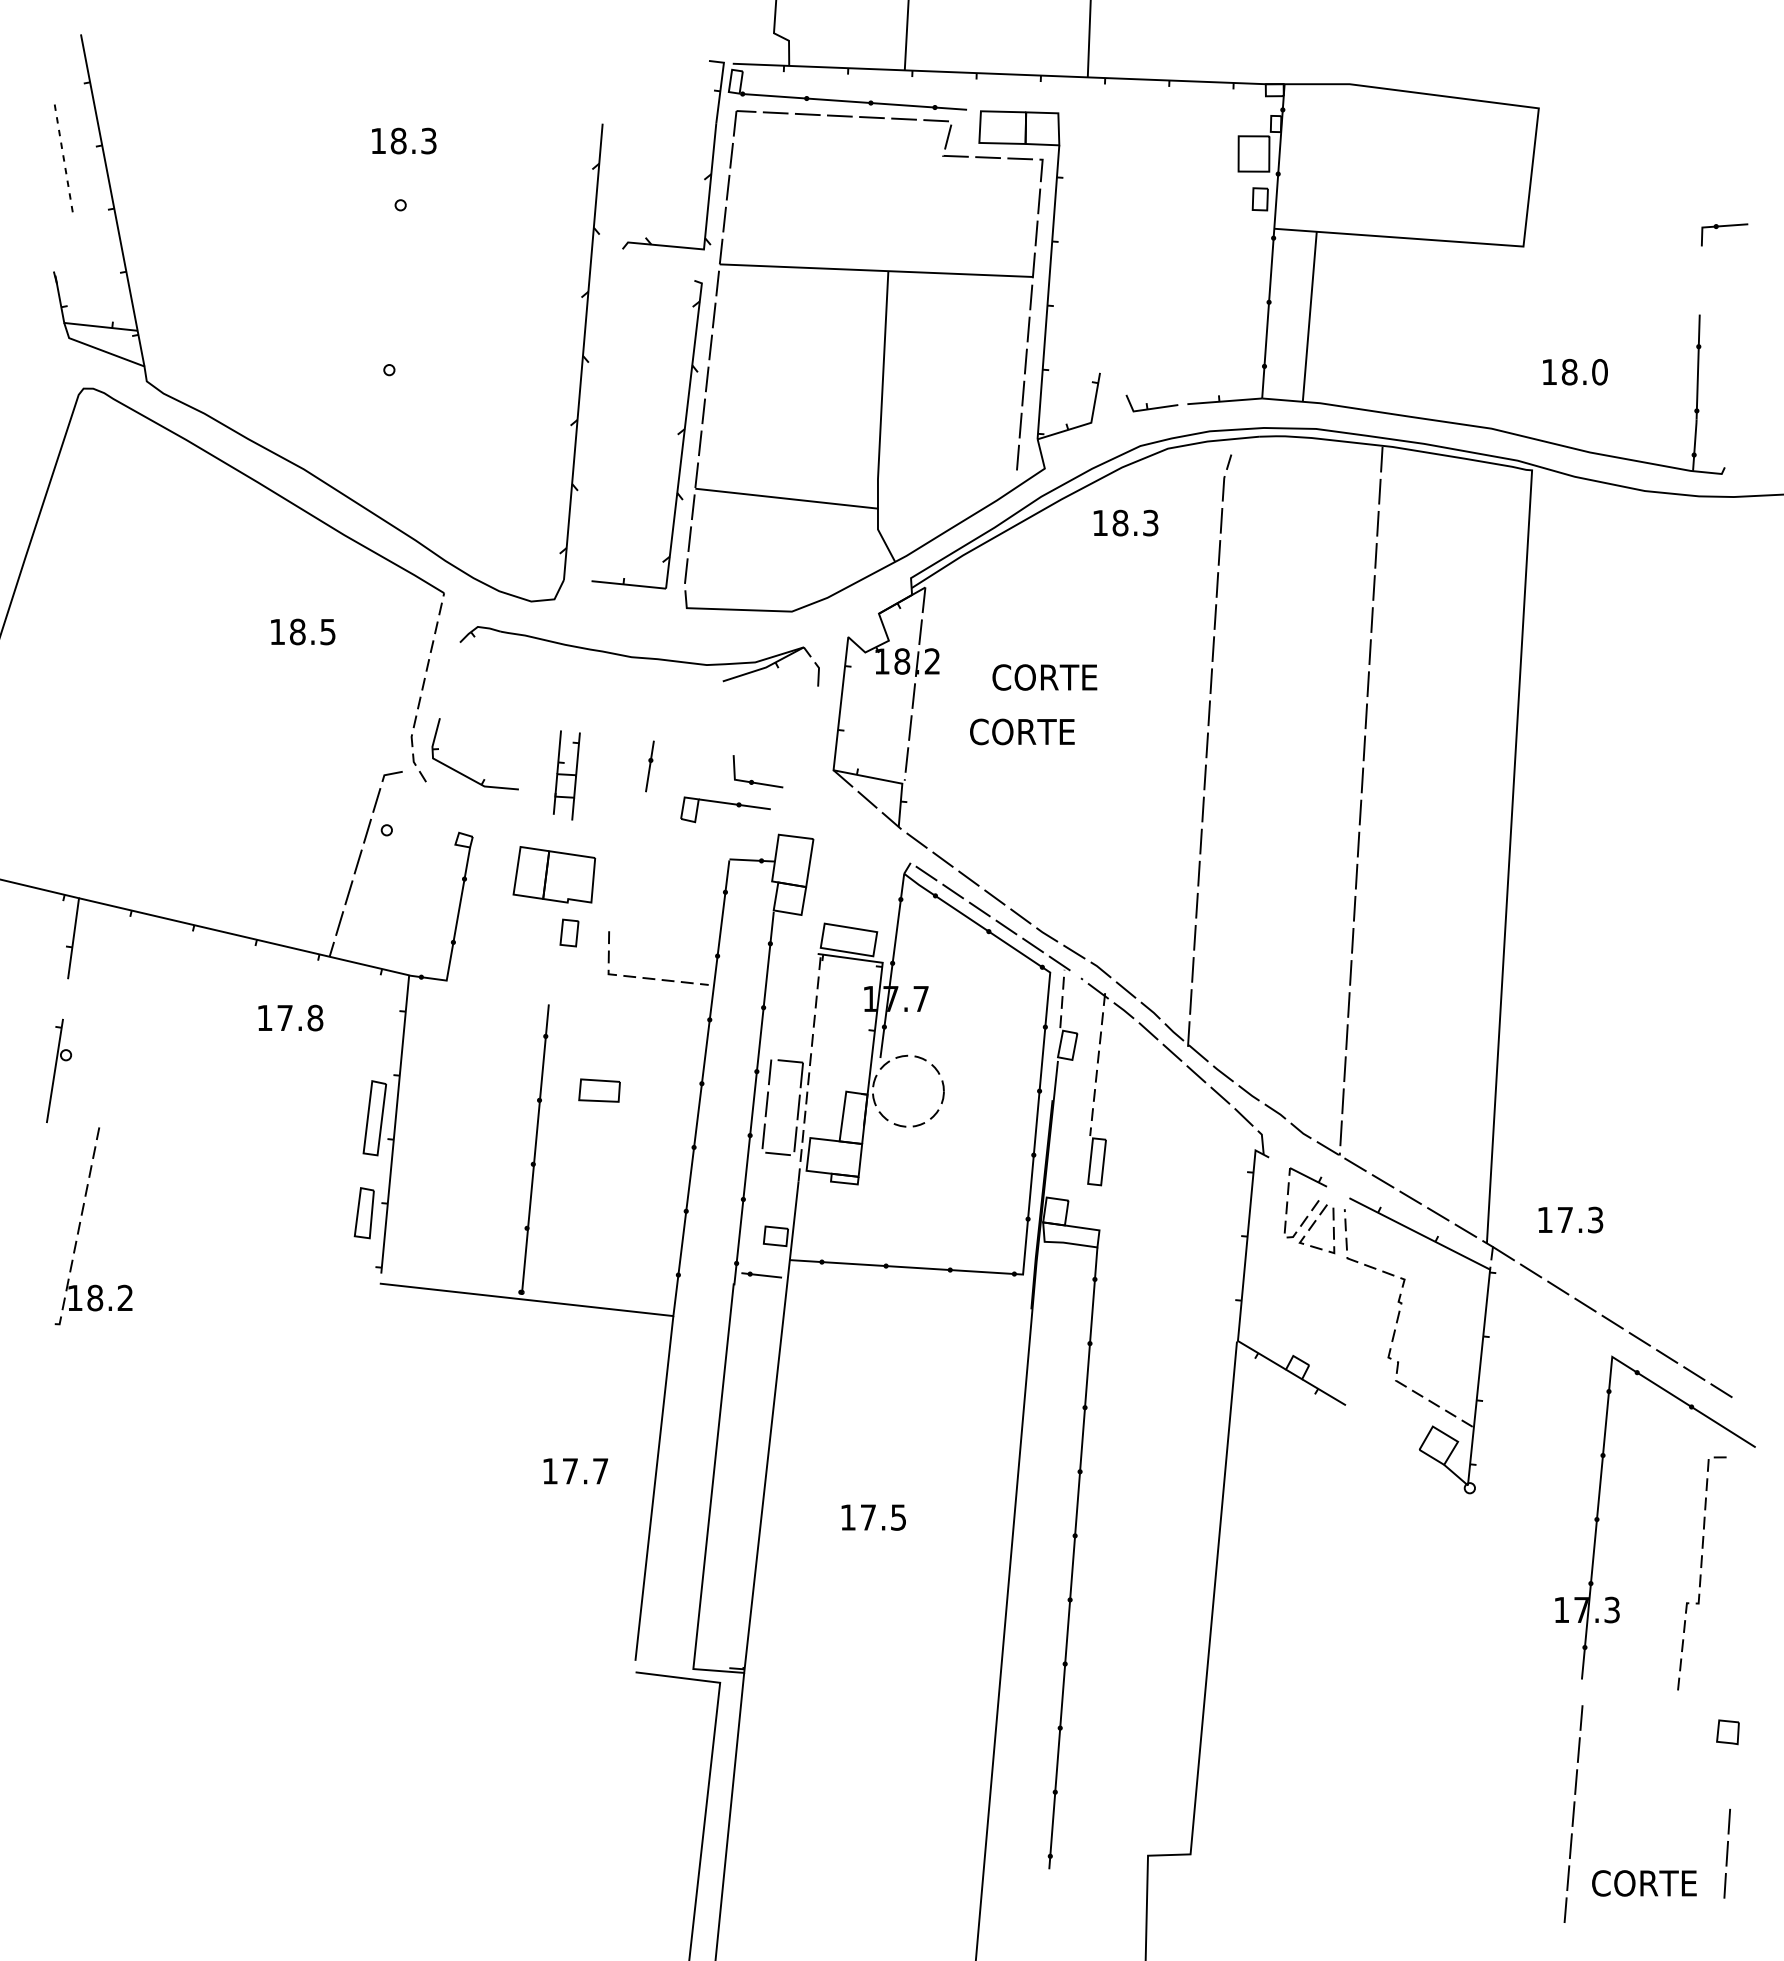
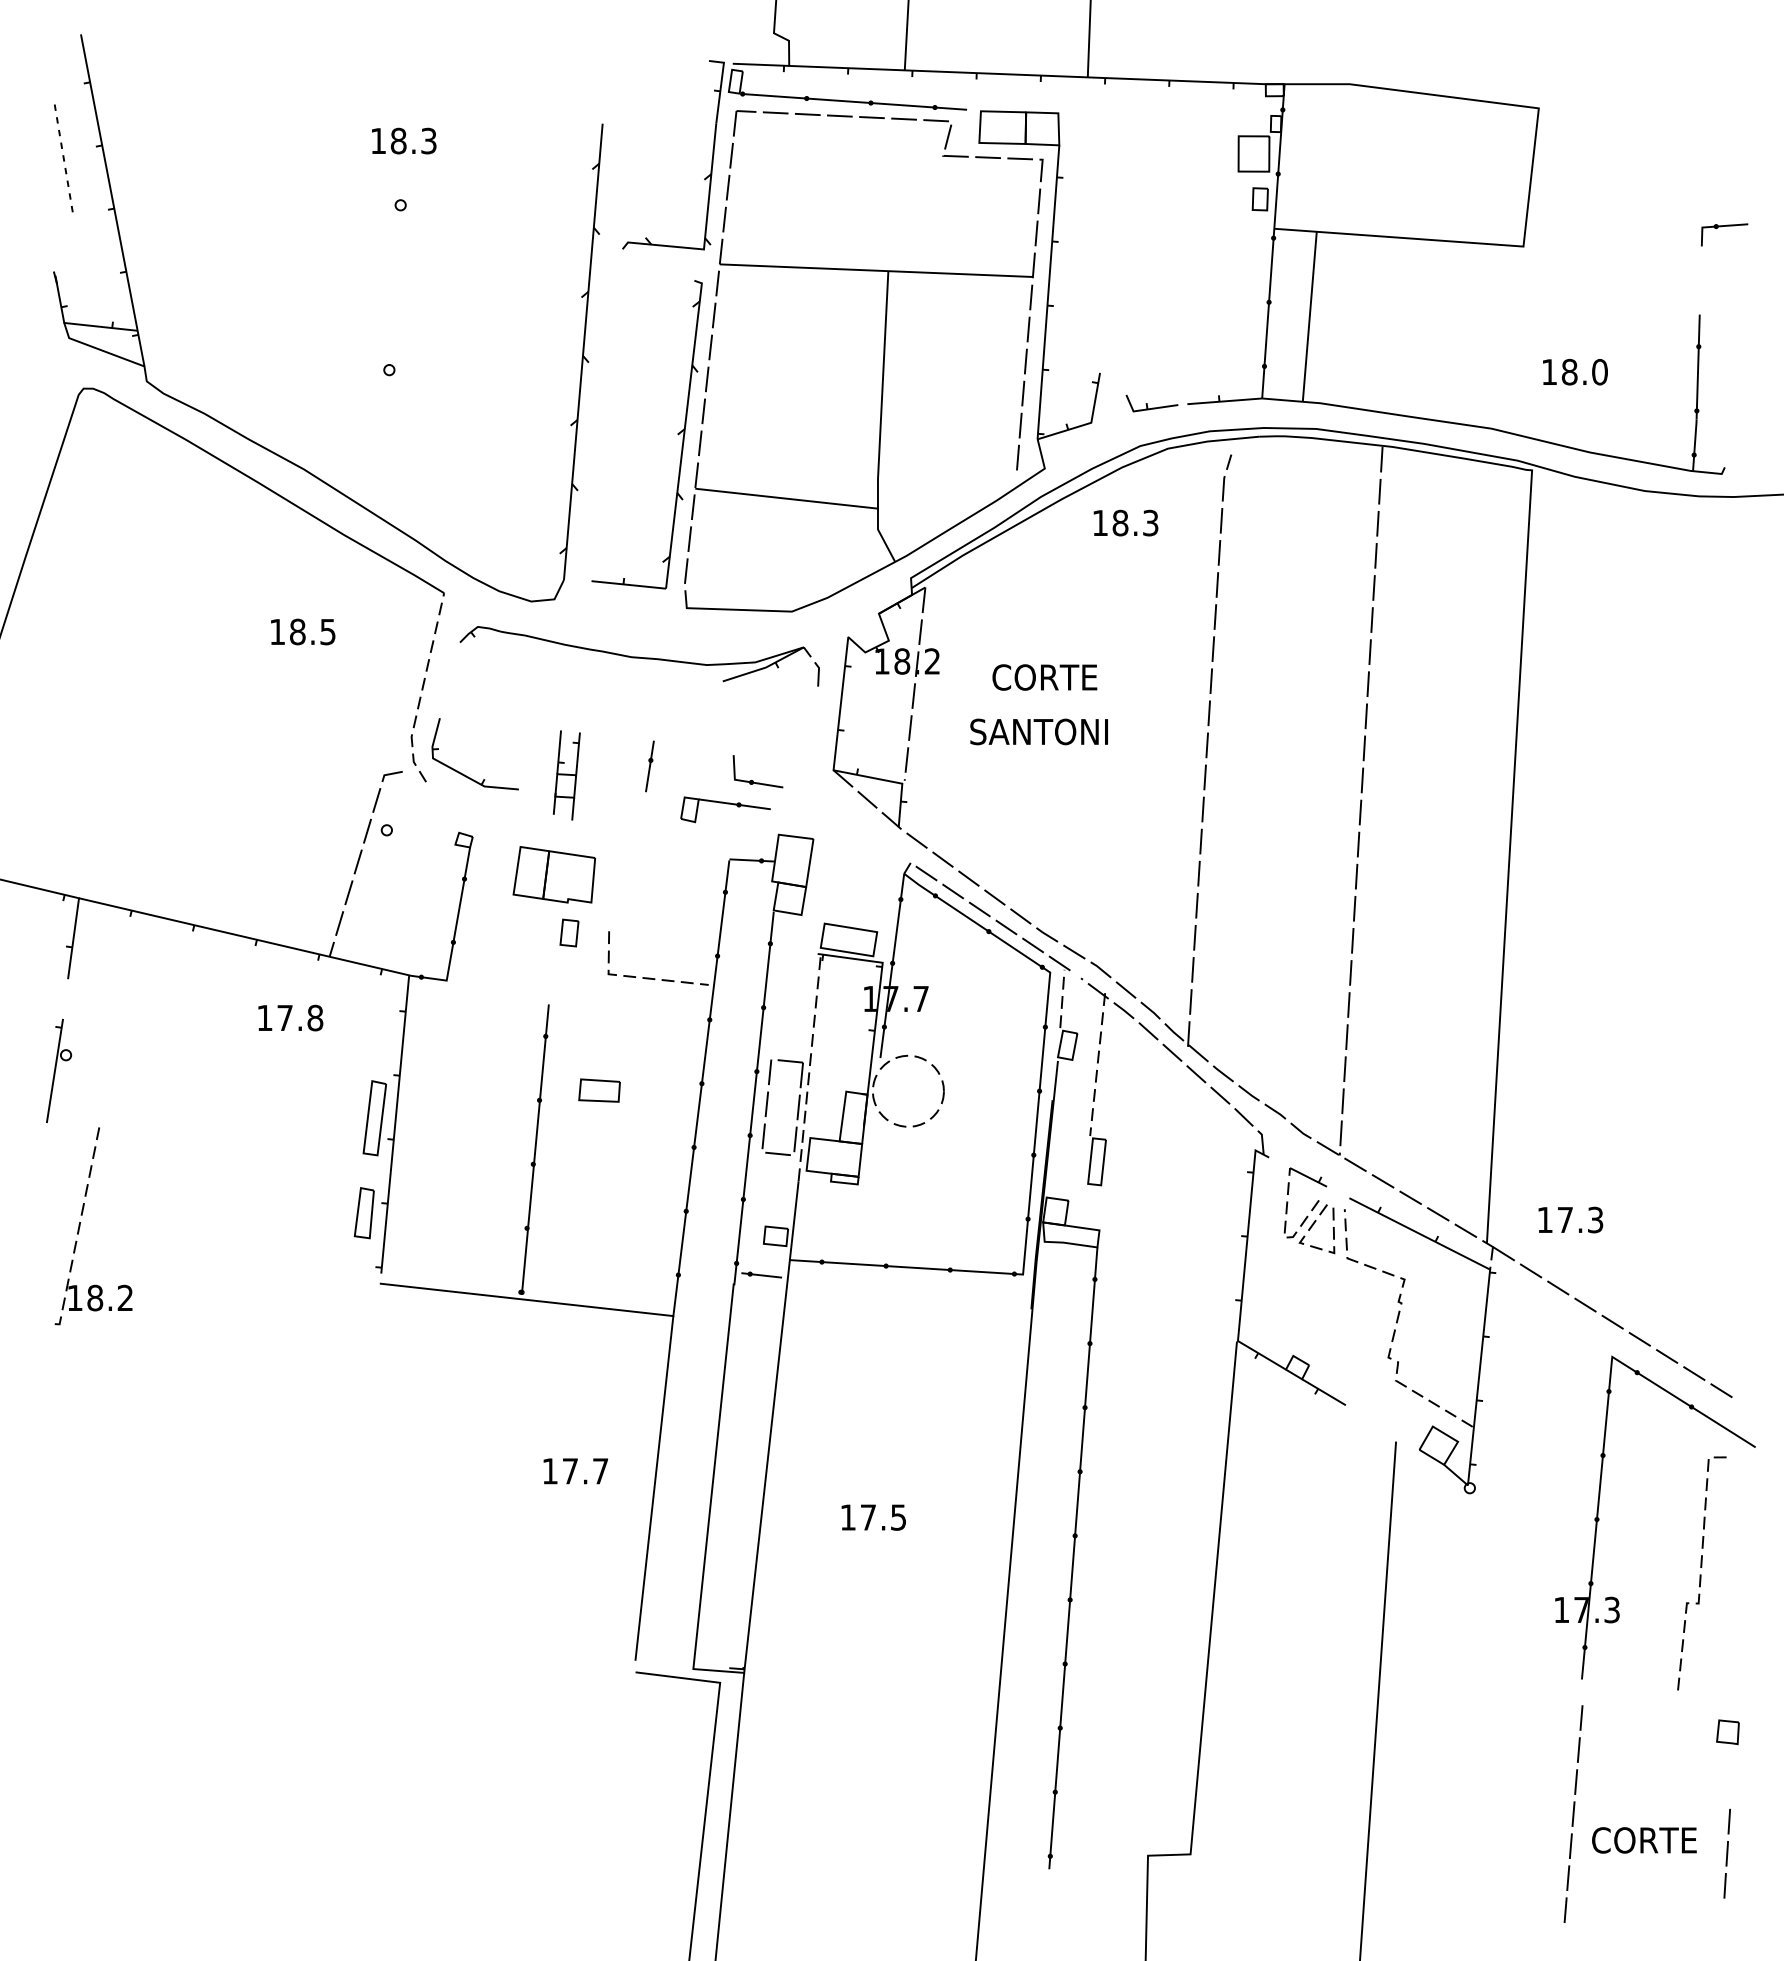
text at (1038, 731): CORTE -> SANTONI
line at (1378, 1699): none -> present
text at (1644, 1883) position: (1644, 1883) -> (1644, 1840)
